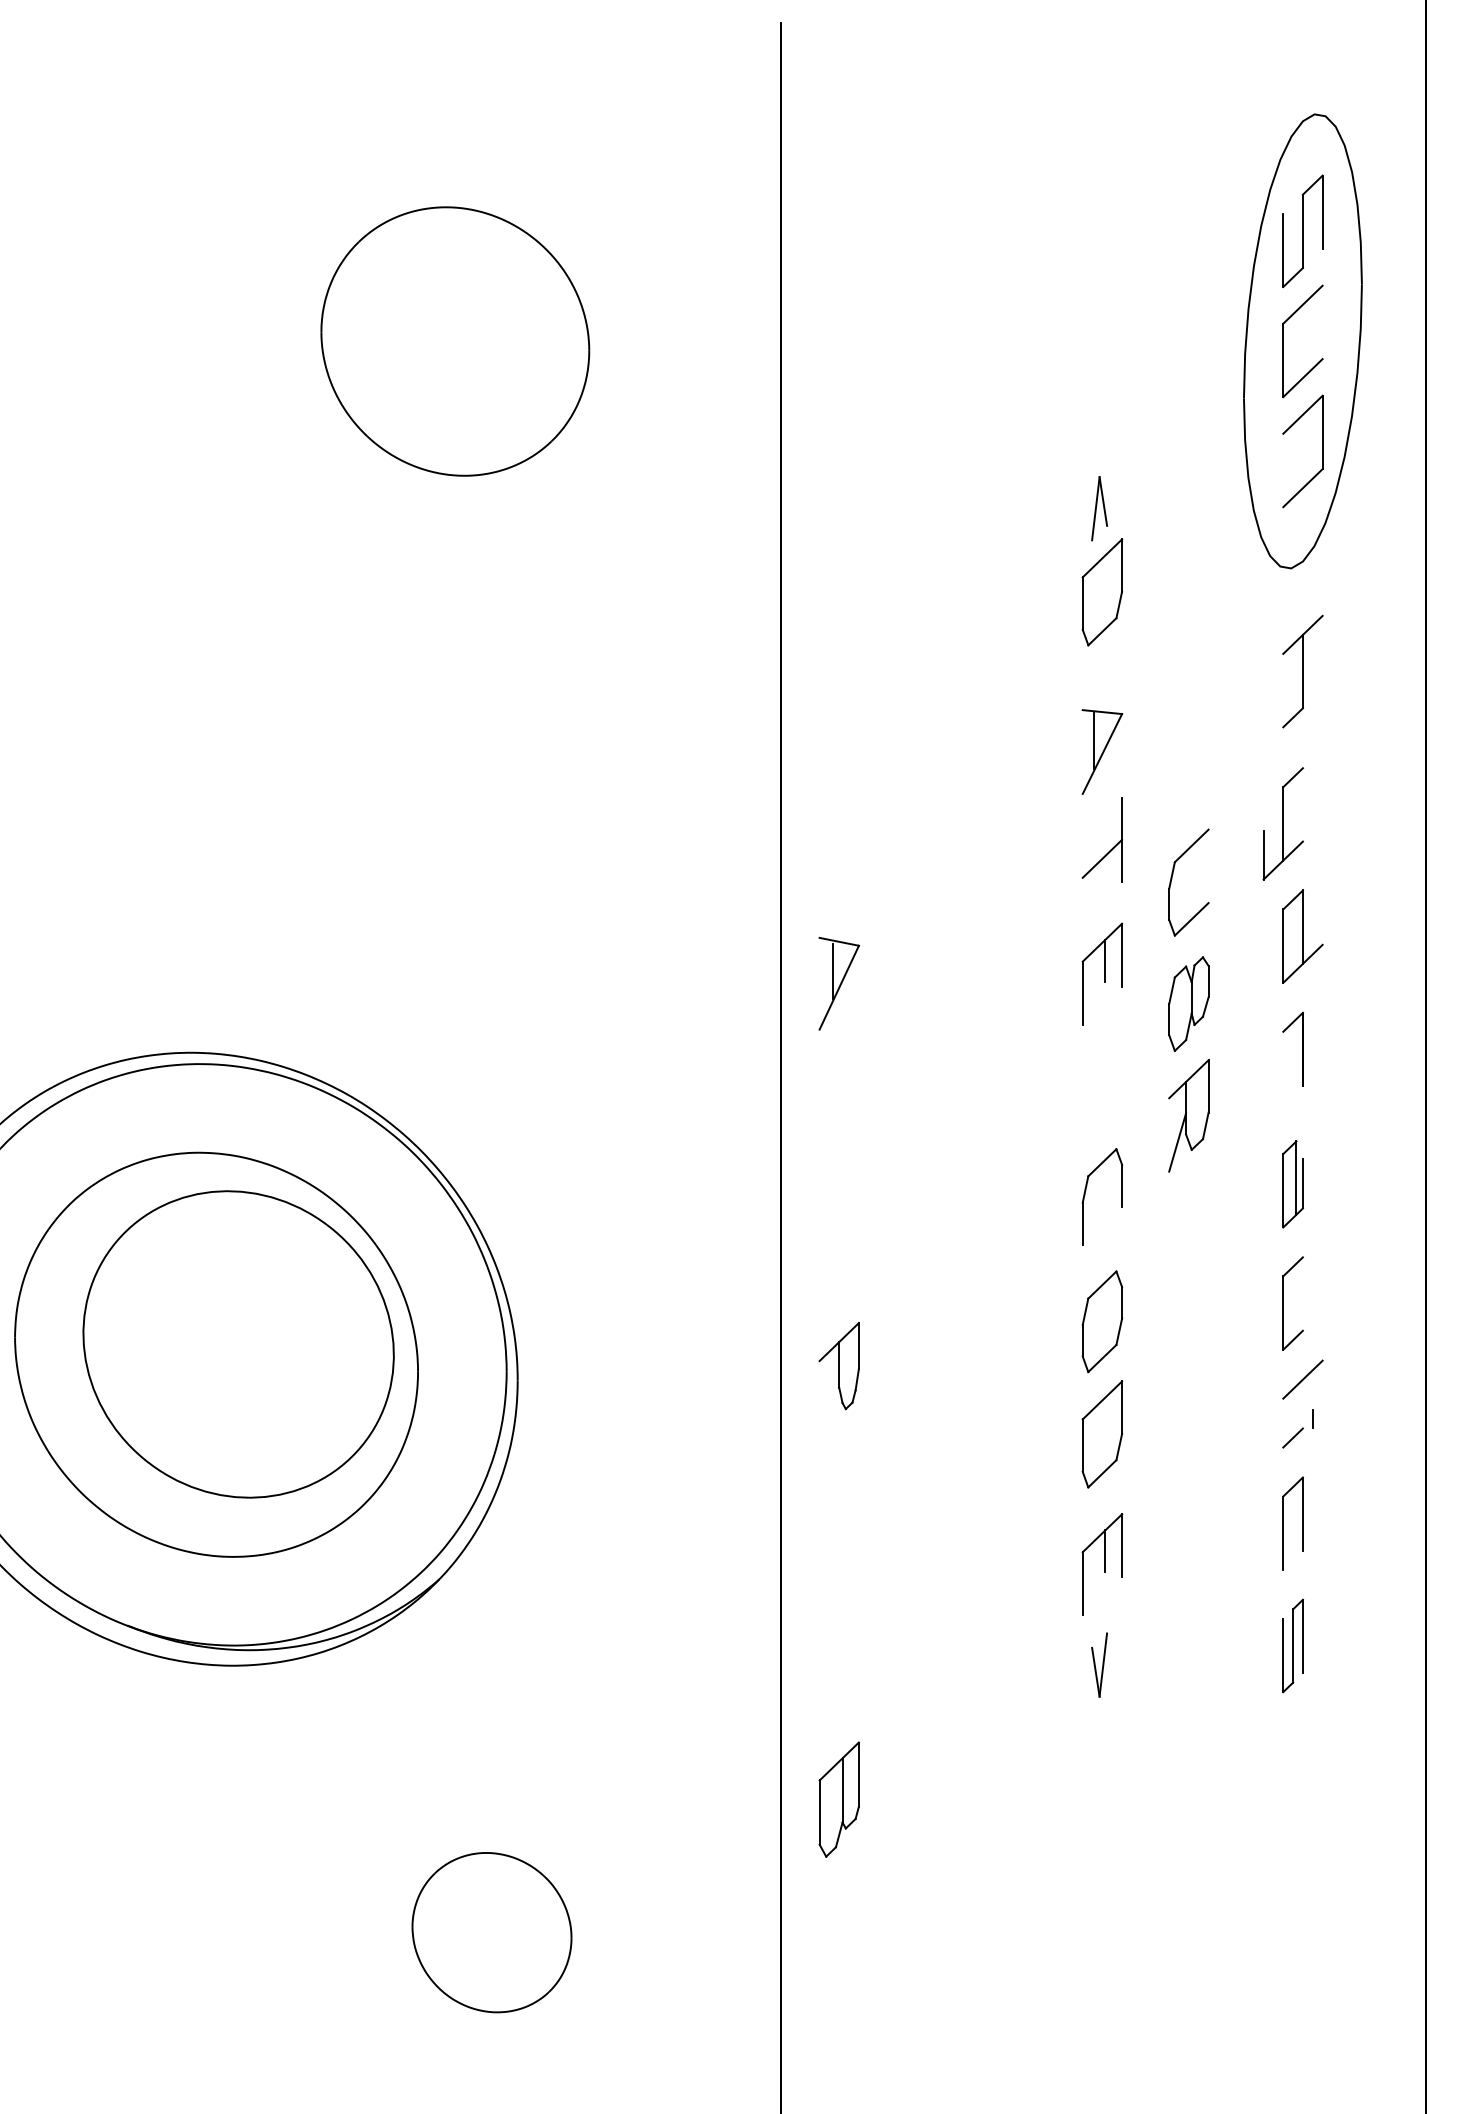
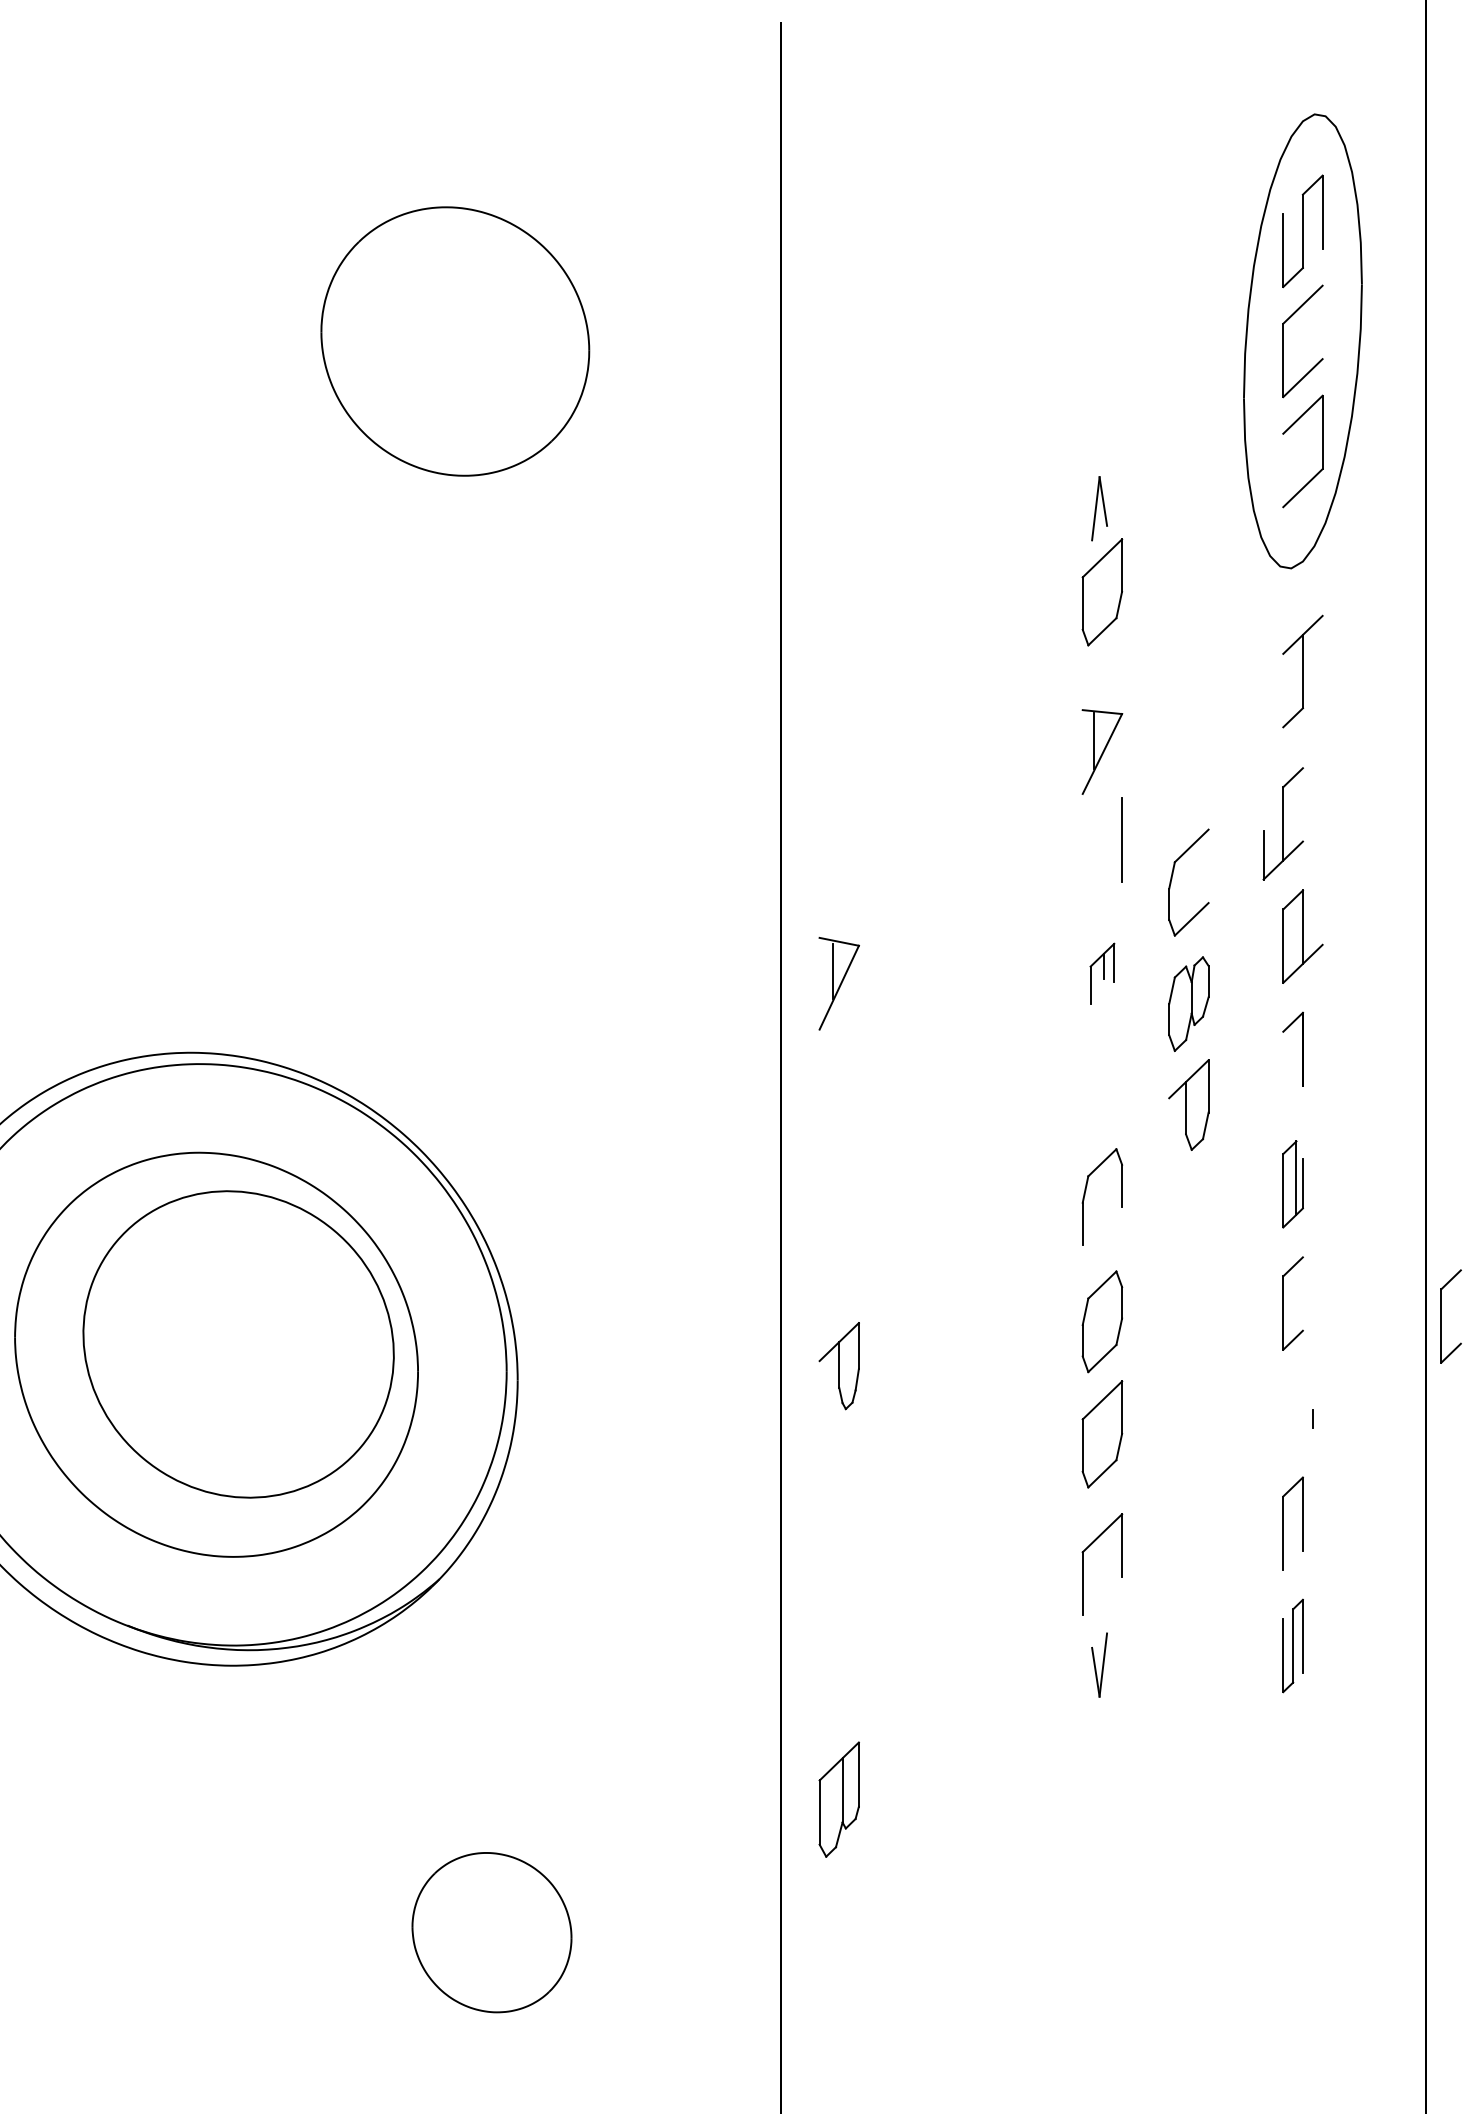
line at (1102, 858): present -> none
part at (1102, 973) size: 43x104 px -> 27x63 px
line at (1177, 1142): present -> none
part at (1441, 1316): none -> present
line at (1302, 1379): present -> none
line at (1292, 1437): present -> none
line at (1105, 1551): present -> none
